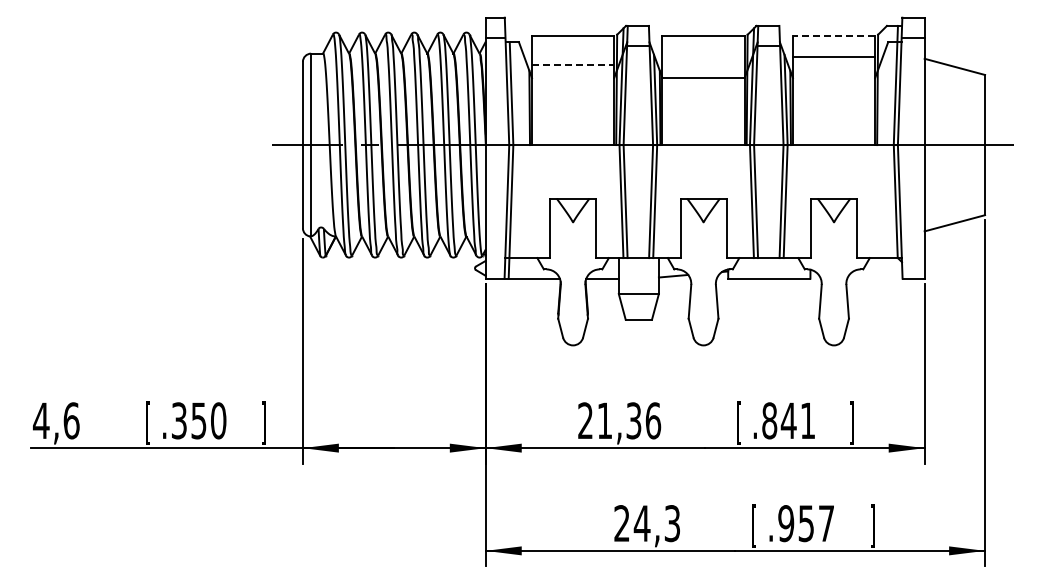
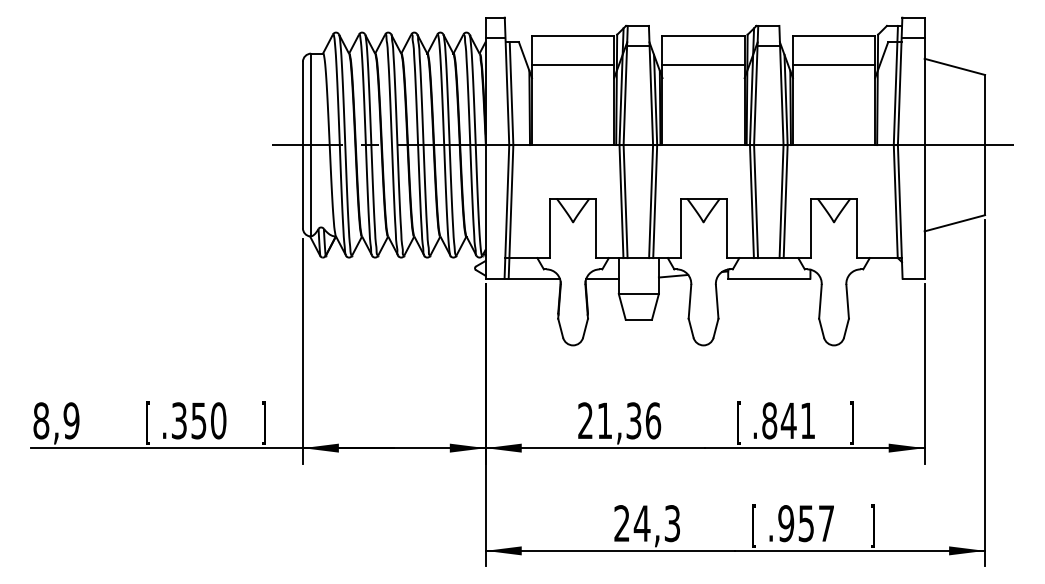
line at (833, 36): dashed -> solid
line at (833, 56) position: (833, 56) -> (833, 64)
line at (573, 64): dashed -> solid
line at (703, 77) position: (703, 77) -> (703, 64)
text at (55, 420): 4,6 -> 8,9
